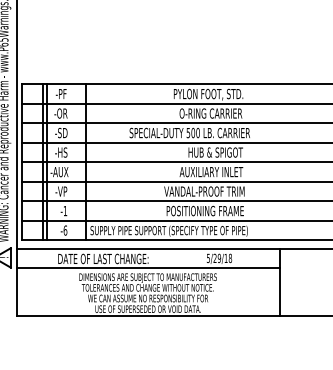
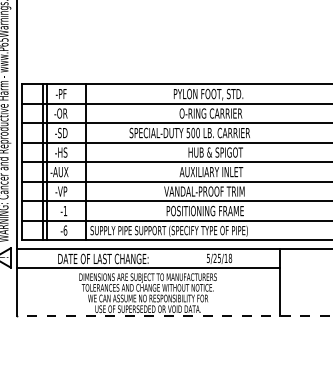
text at (219, 258): 5/29/18 -> 5/25/18
line at (174, 316): solid -> dashed
